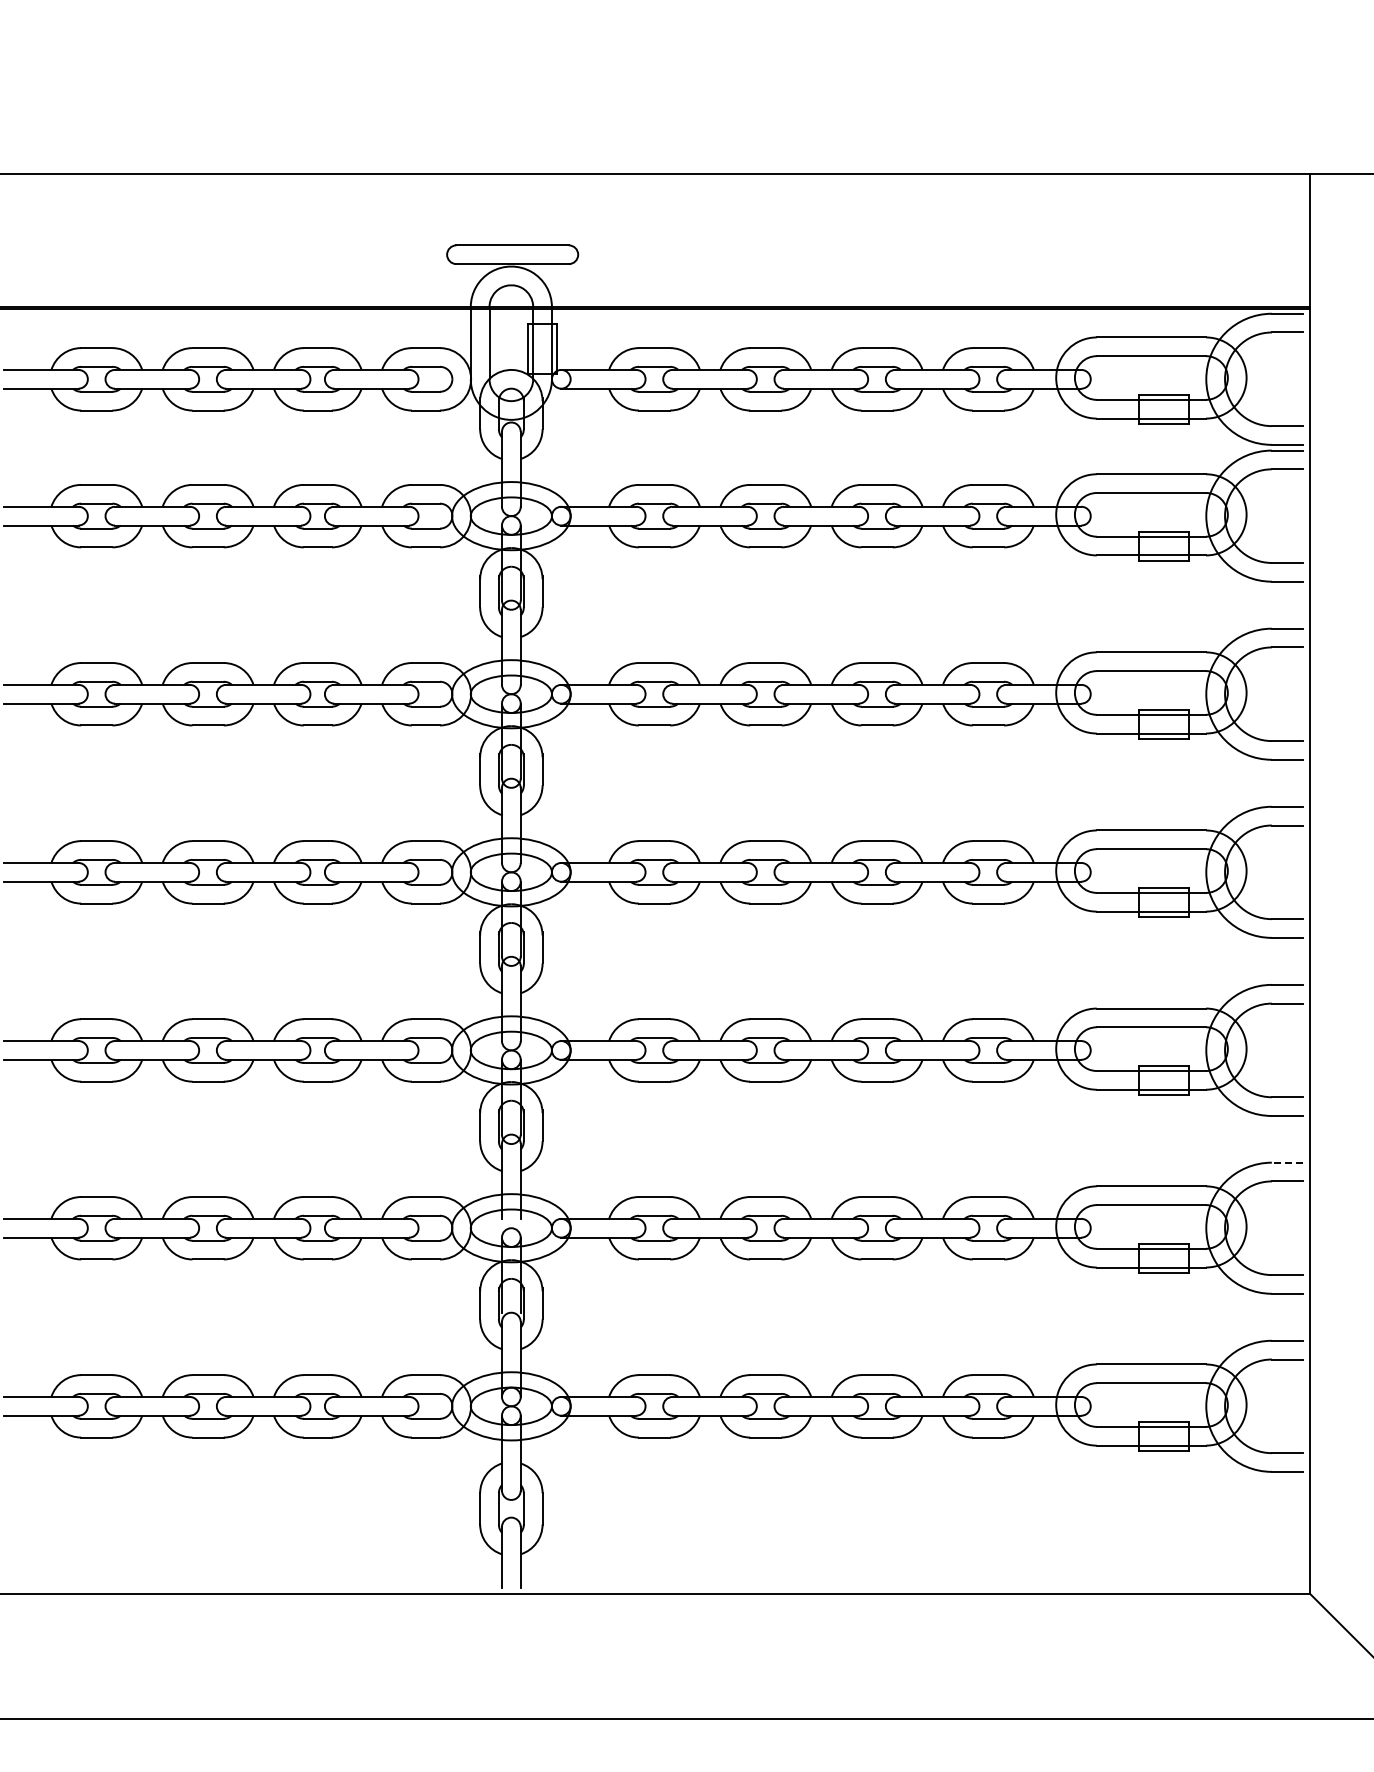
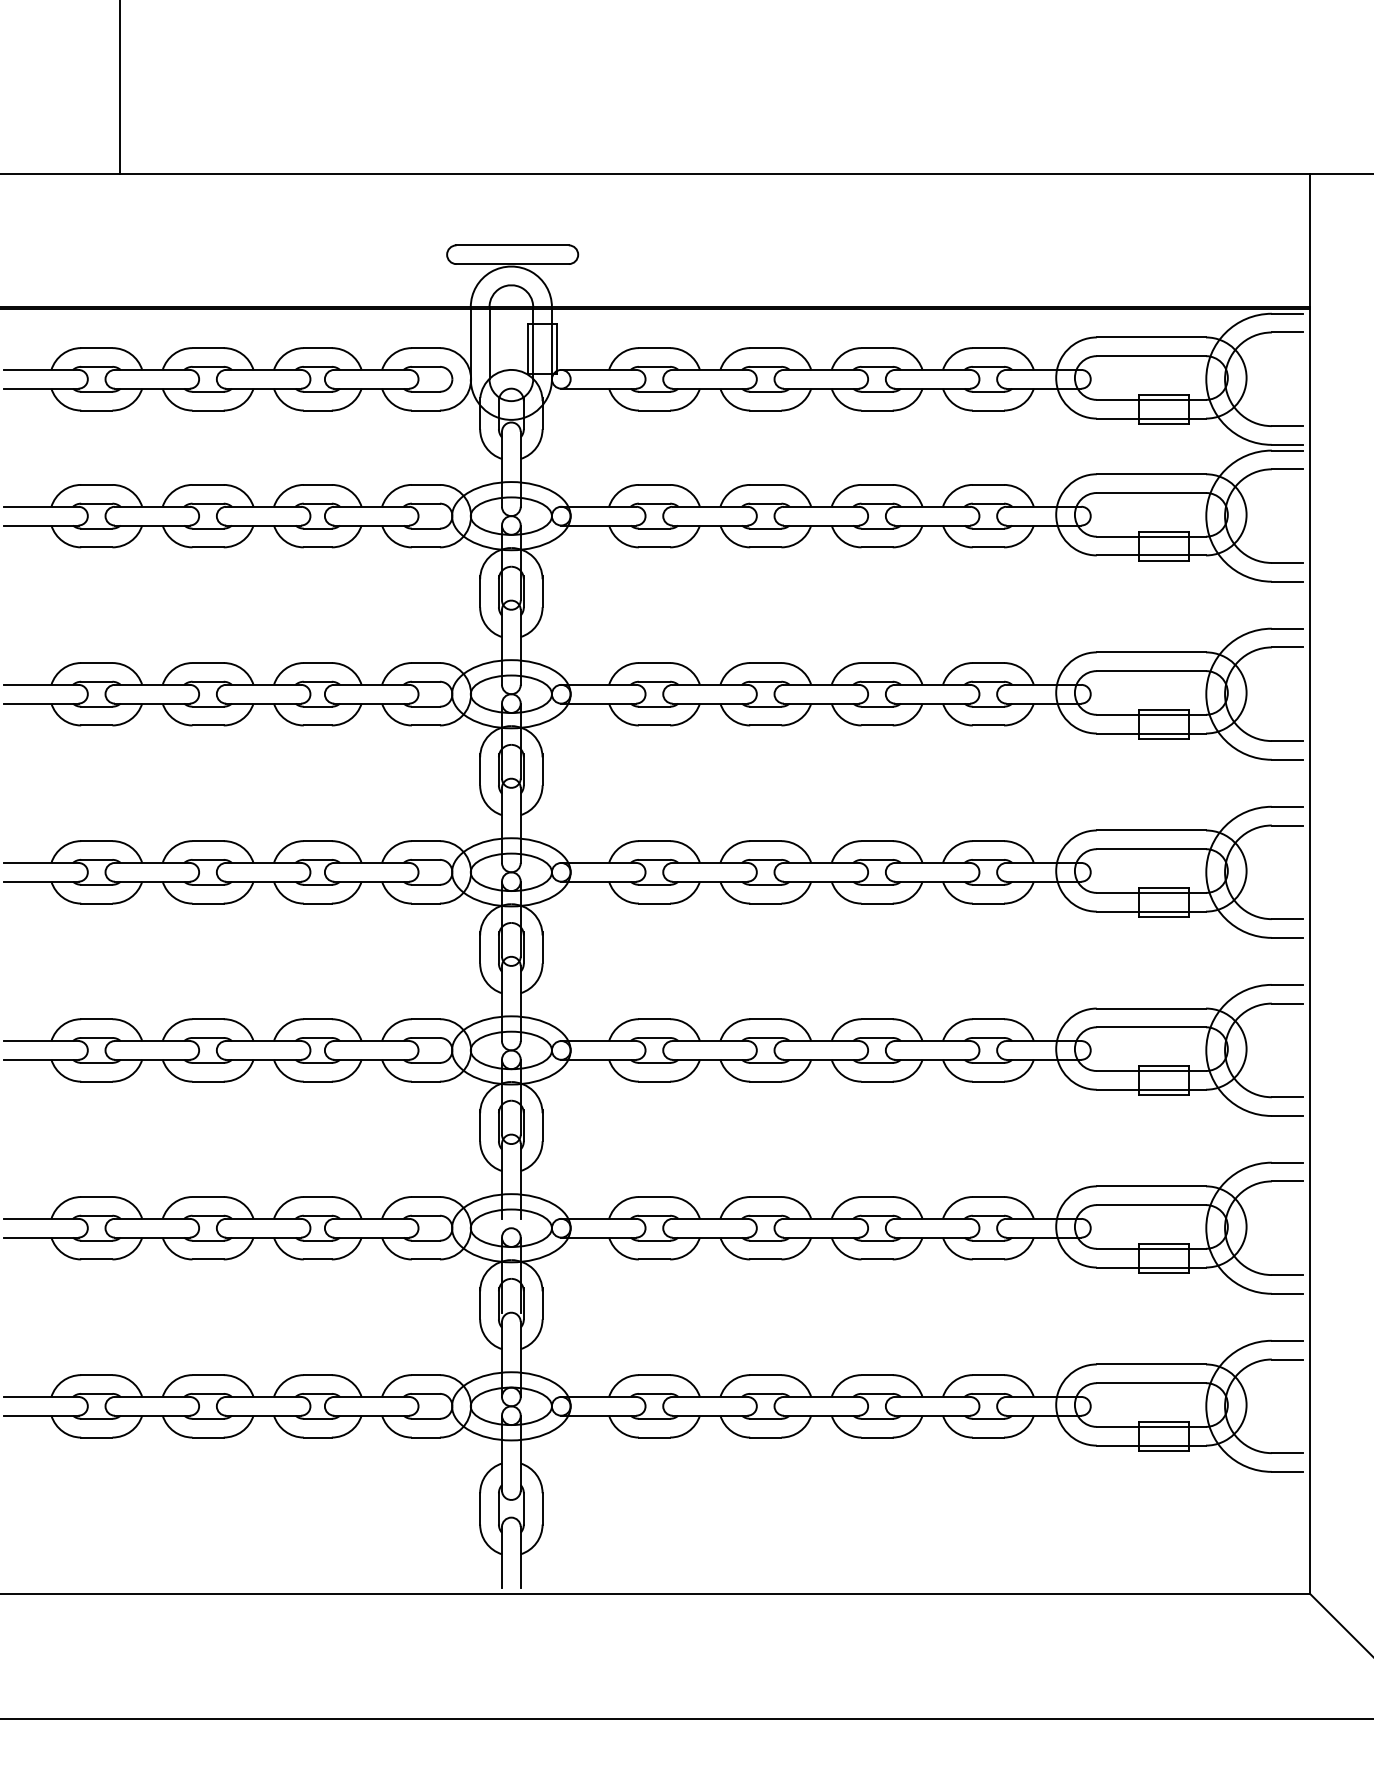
line at (119, 87): none -> present
line at (1287, 1162): dashed -> solid
